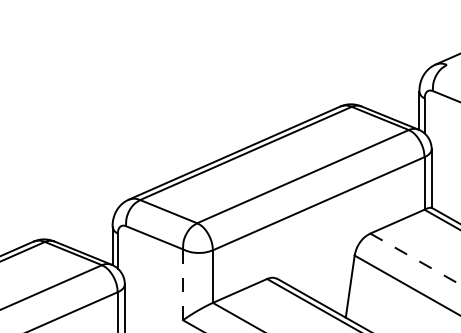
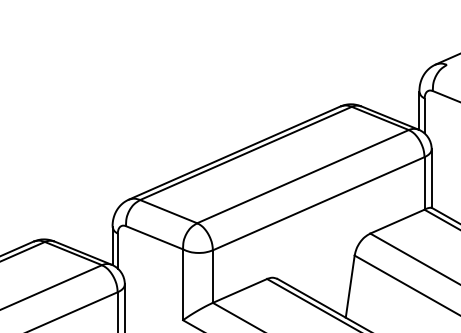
line at (415, 259): dashed -> solid
line at (183, 284): dashed -> solid
